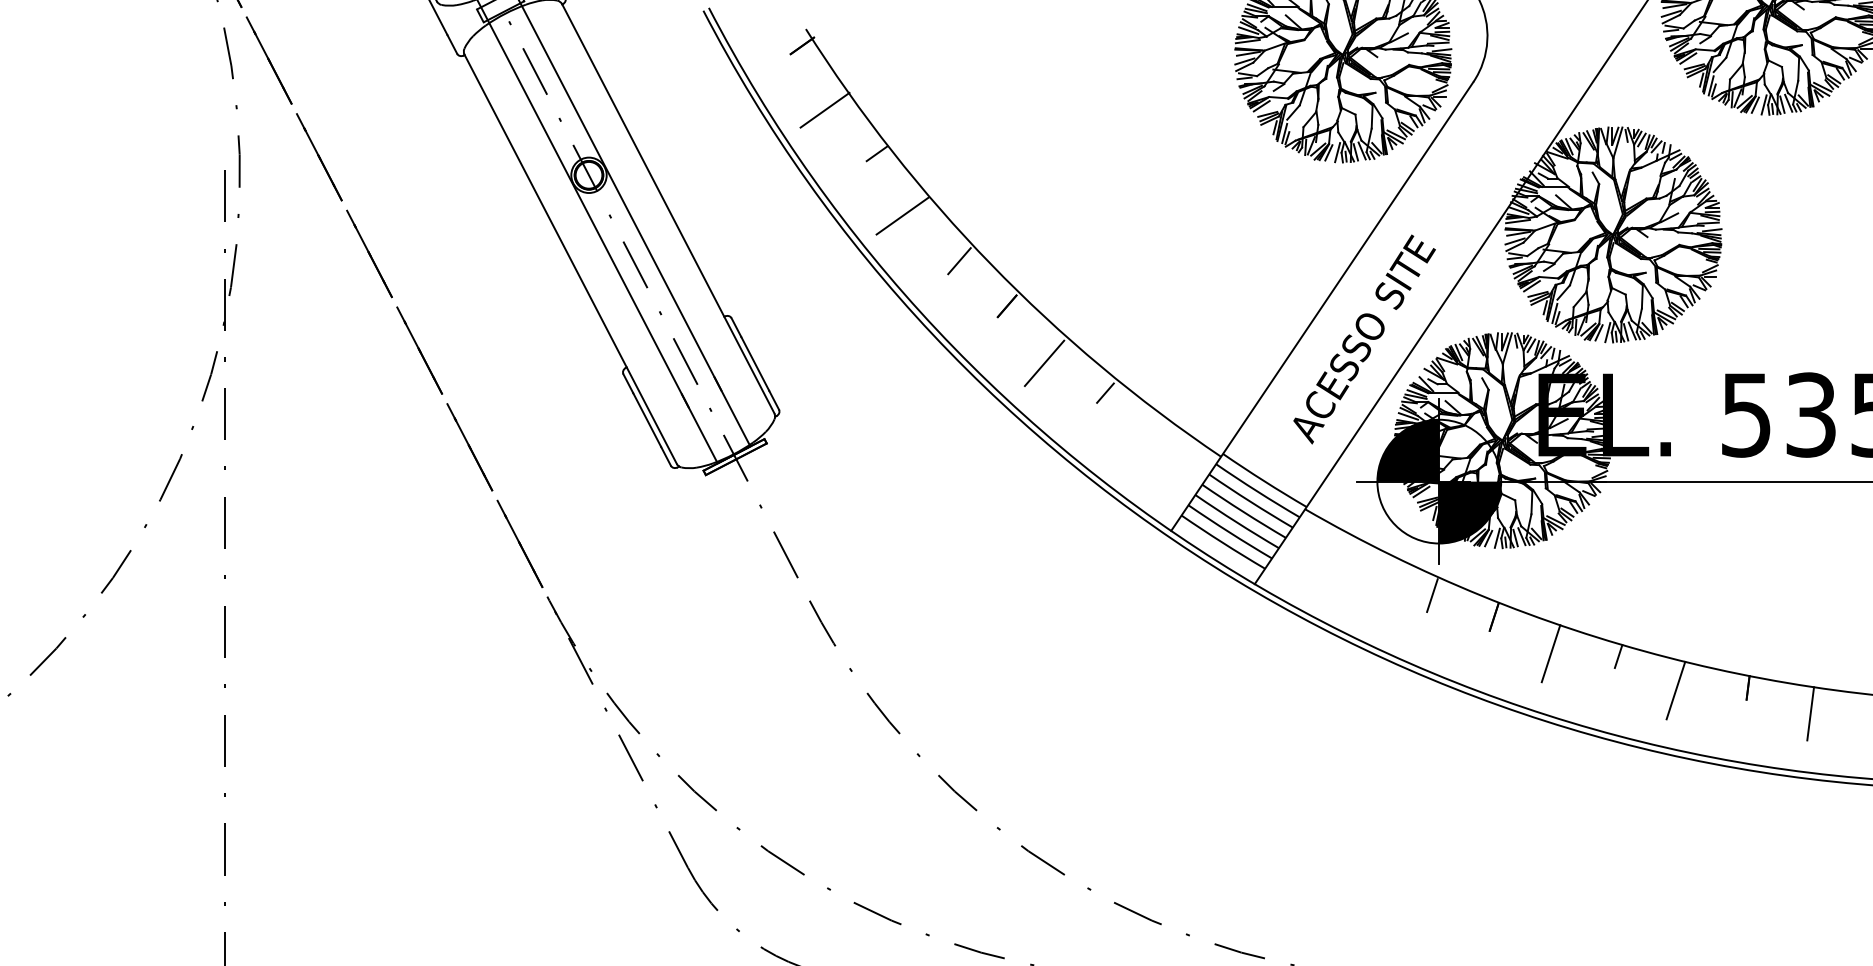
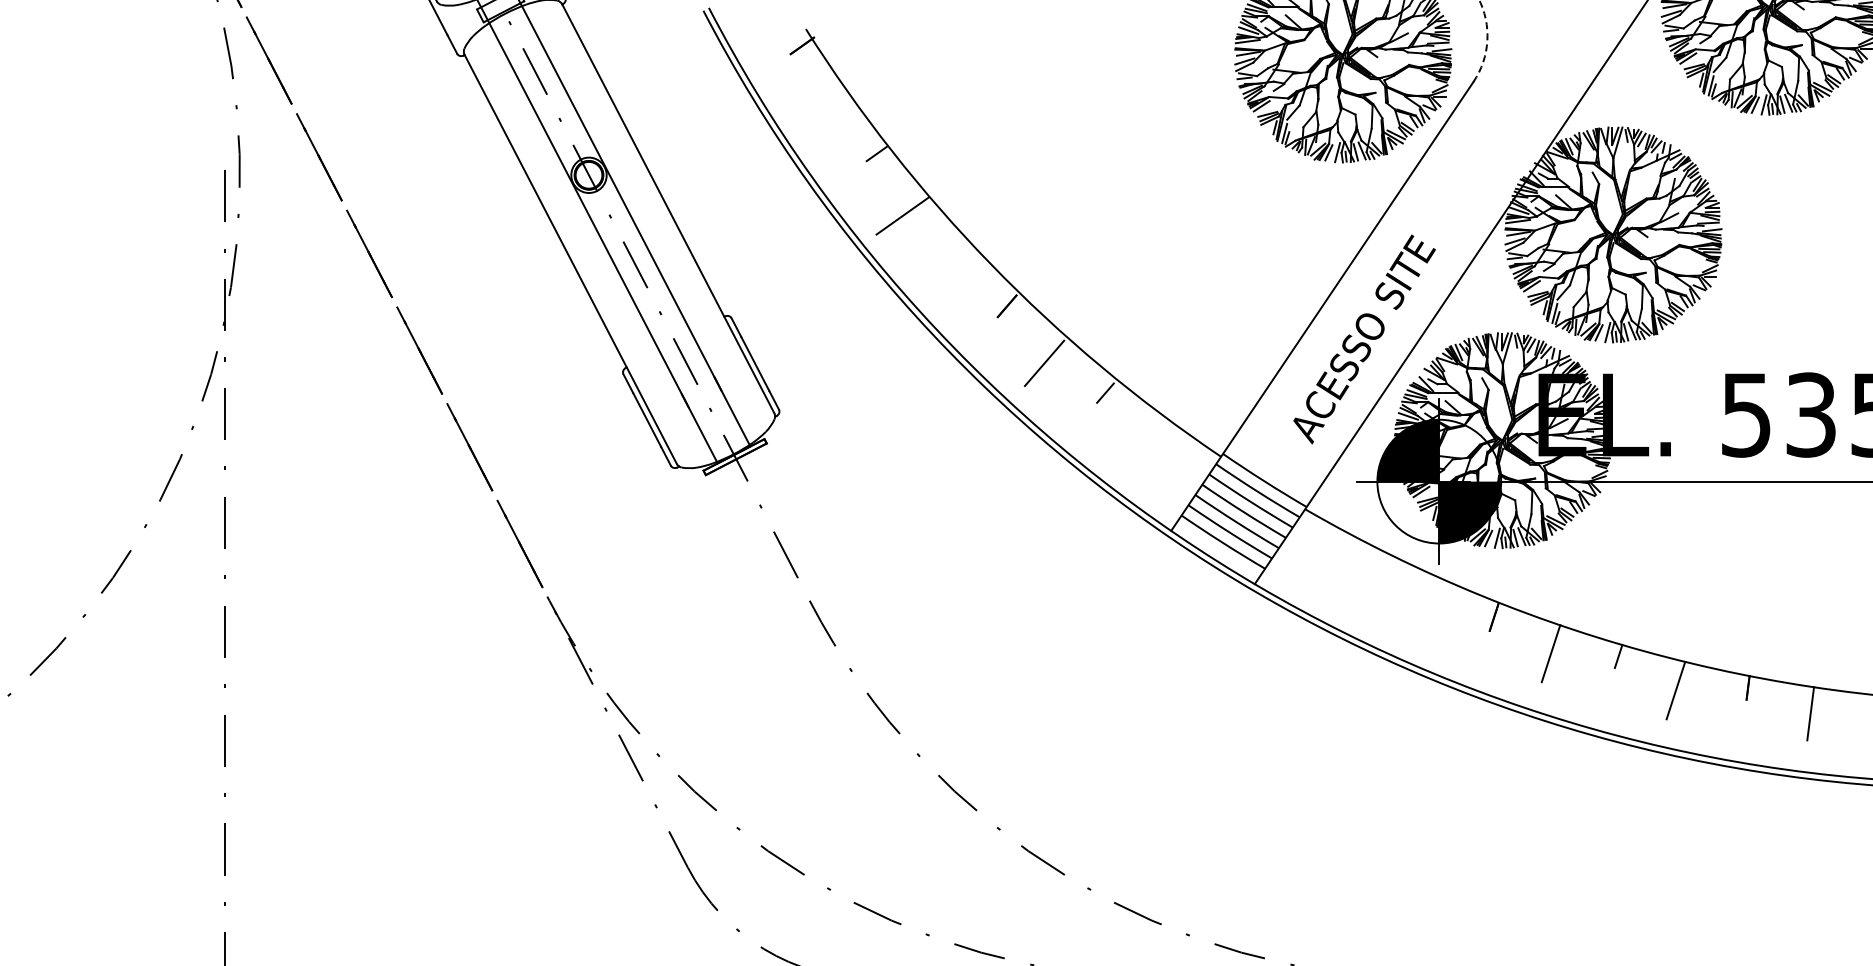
arc at (1487, 41): solid -> dashed
line at (824, 109): present -> none
line at (959, 261): present -> none
line at (1432, 595): present -> none
